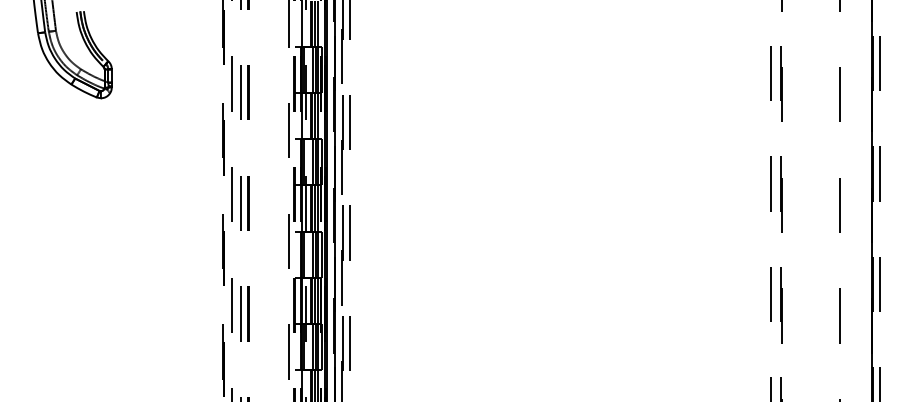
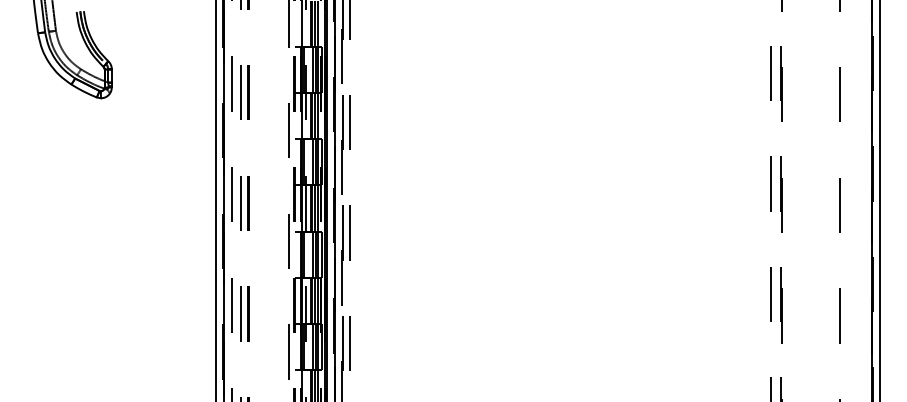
line at (215, 200): none -> present
line at (224, 201): dashed -> solid
line at (879, 201): dashed -> solid
